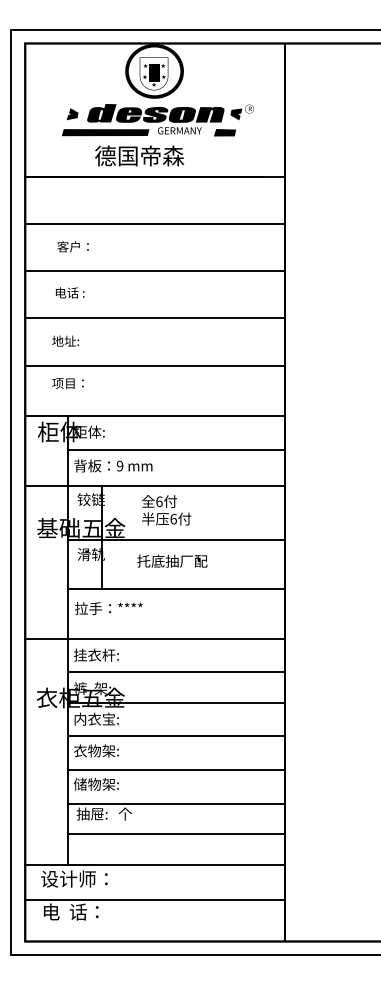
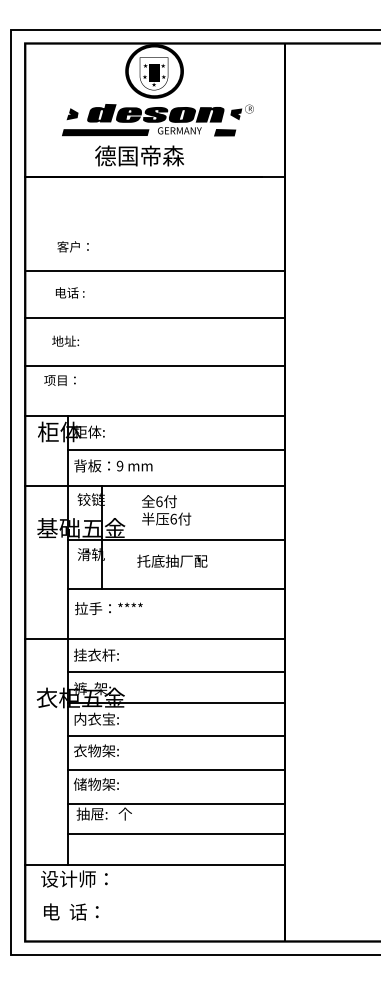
line at (154, 223): present -> none
text at (67, 383) position: (67, 383) -> (59, 380)
line at (154, 900): present -> none
